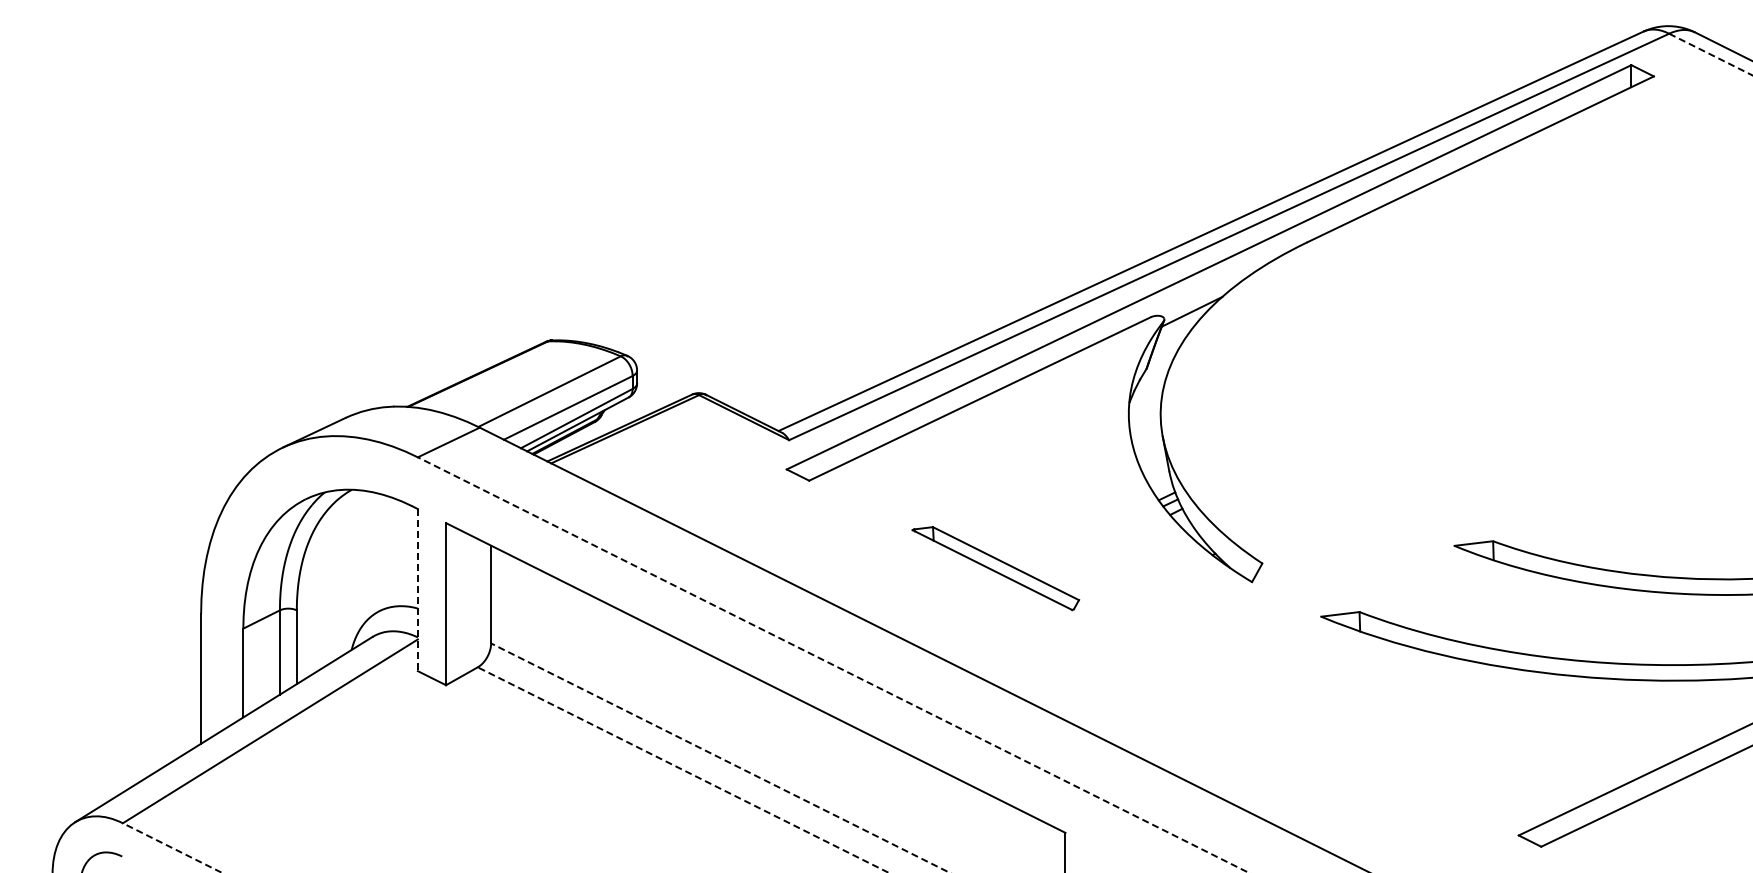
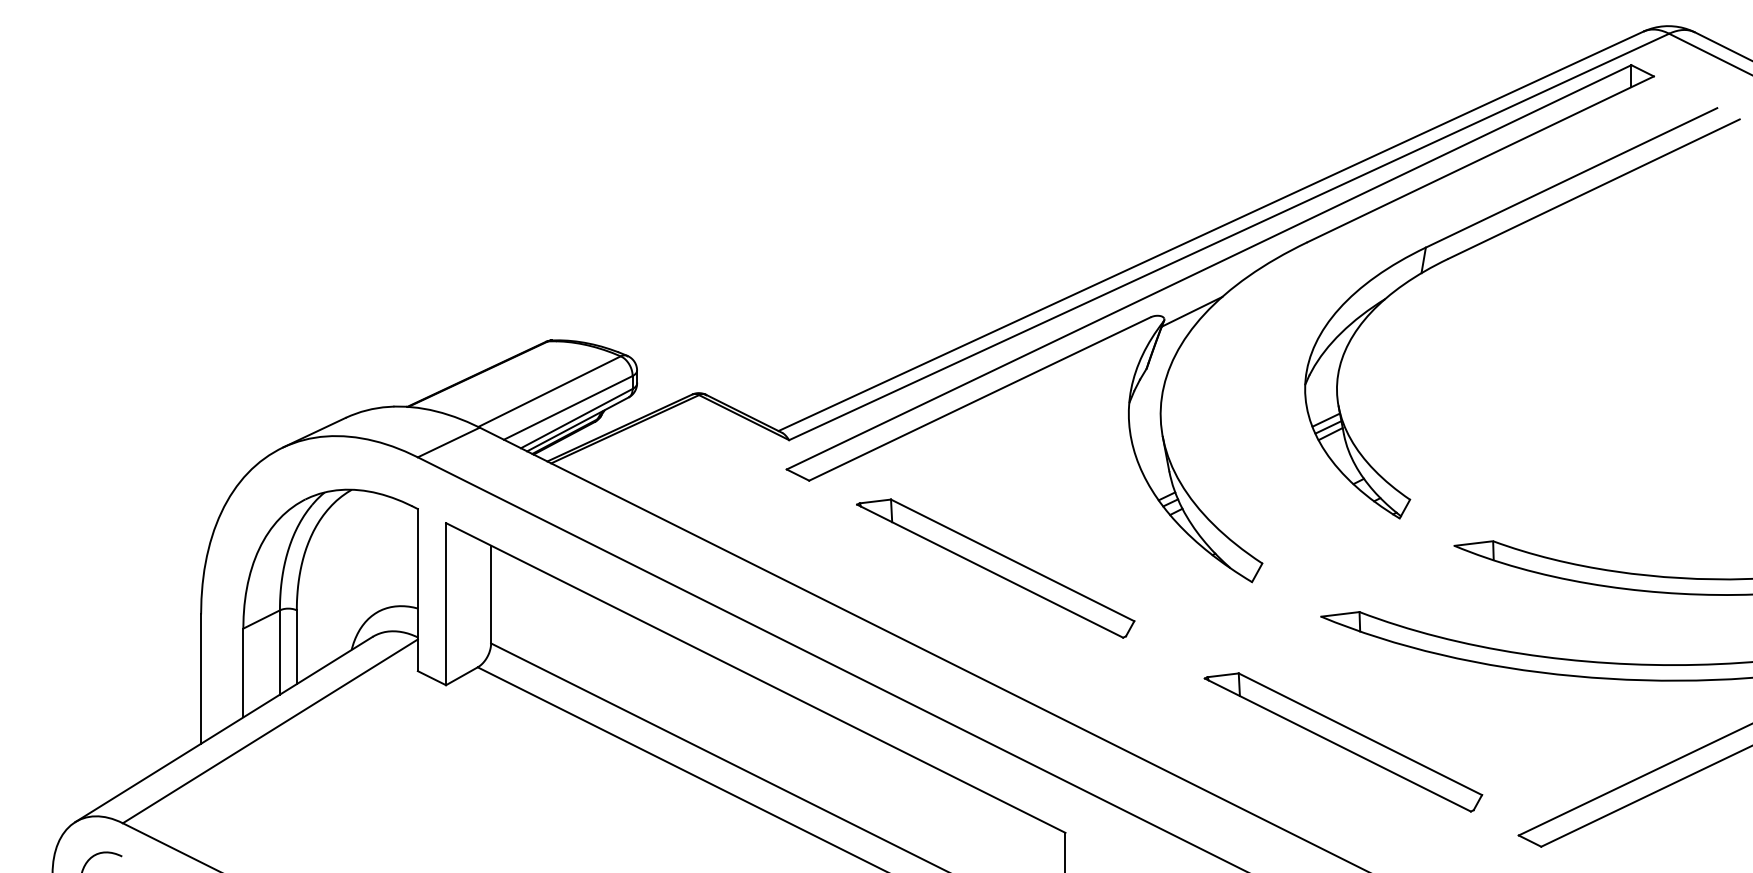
line at (1711, 54): dashed -> solid
part at (1487, 241): none -> present
part at (995, 568) size: 170x86 px -> 280x141 px
line at (417, 590): dashed -> solid
line at (832, 664): dashed -> solid
part at (1343, 742): none -> present
line at (719, 757): dashed -> solid
line at (683, 770): dashed -> solid
line at (172, 847): dashed -> solid
